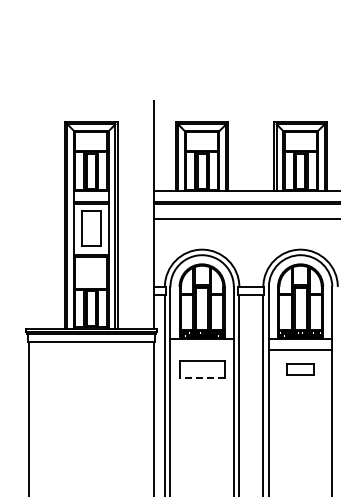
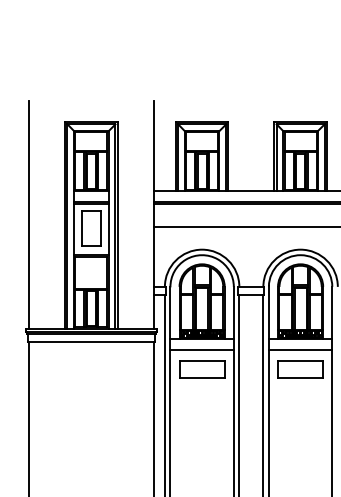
line at (29, 214): none -> present
line at (245, 218) position: (245, 218) -> (245, 226)
line at (201, 349): none -> present
part at (300, 369) size: 29x13 px -> 47x19 px
line at (202, 378): dashed -> solid
